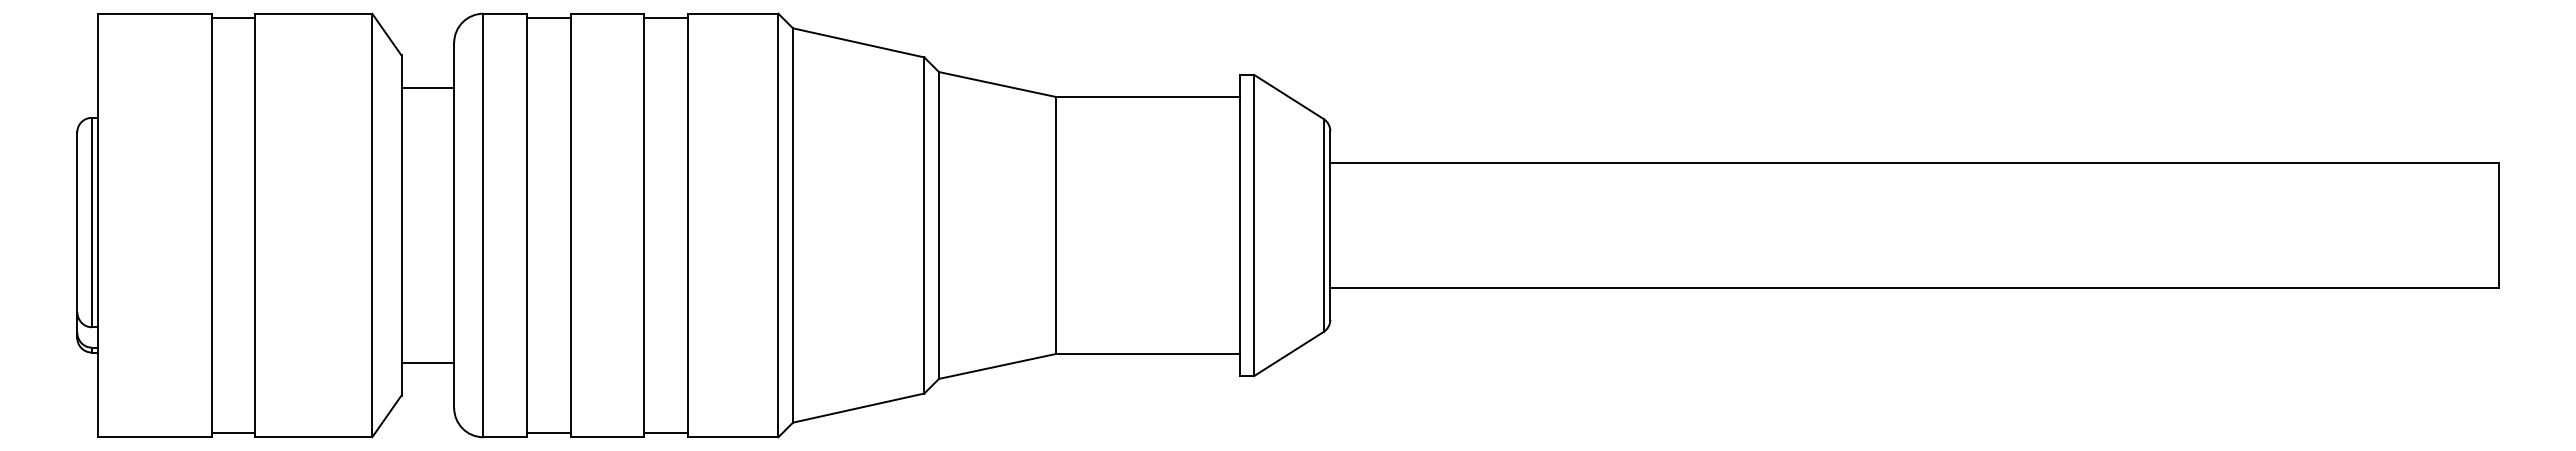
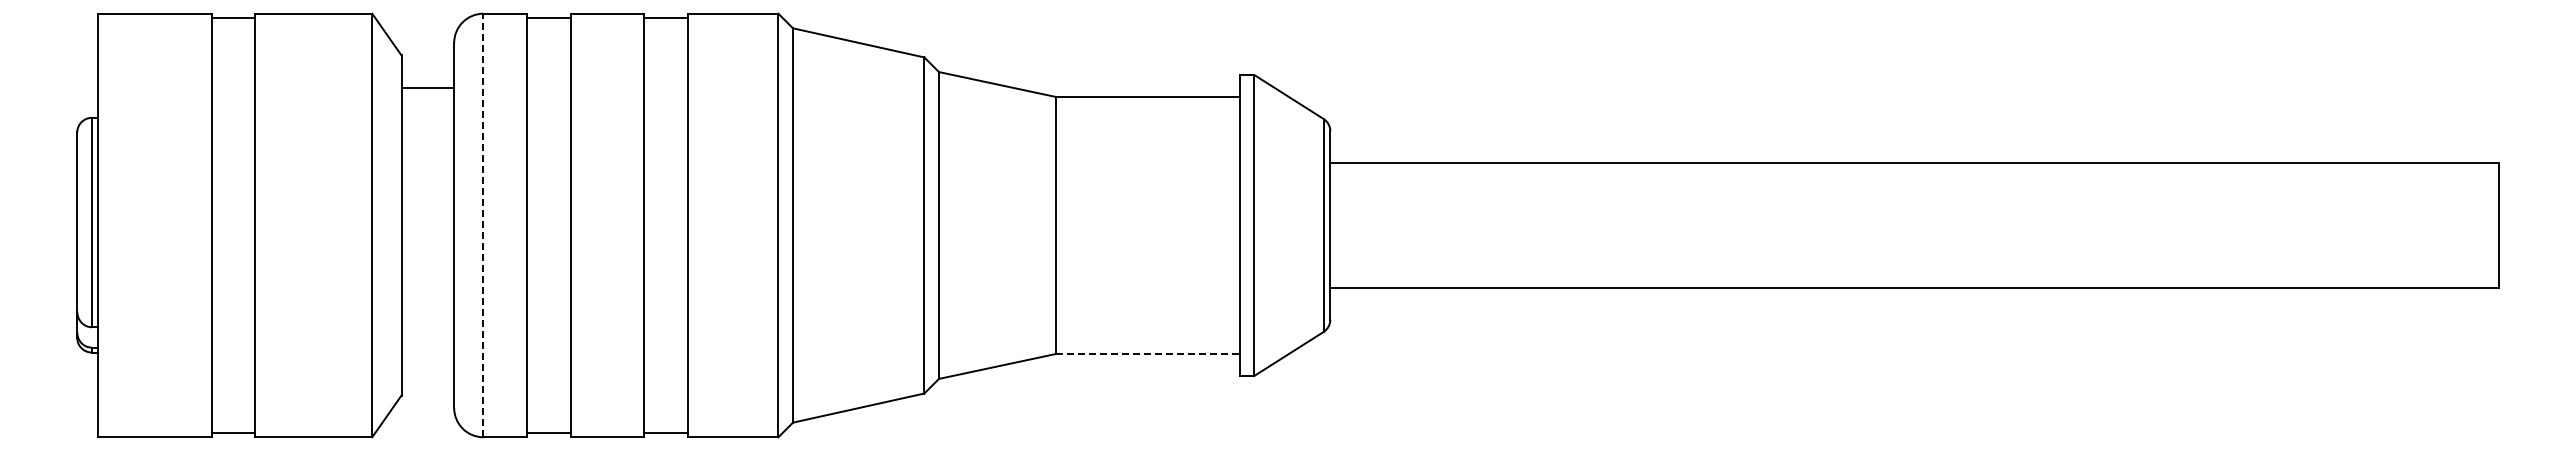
line at (483, 225): solid -> dashed
line at (1147, 354): solid -> dashed
line at (427, 362): present -> none
